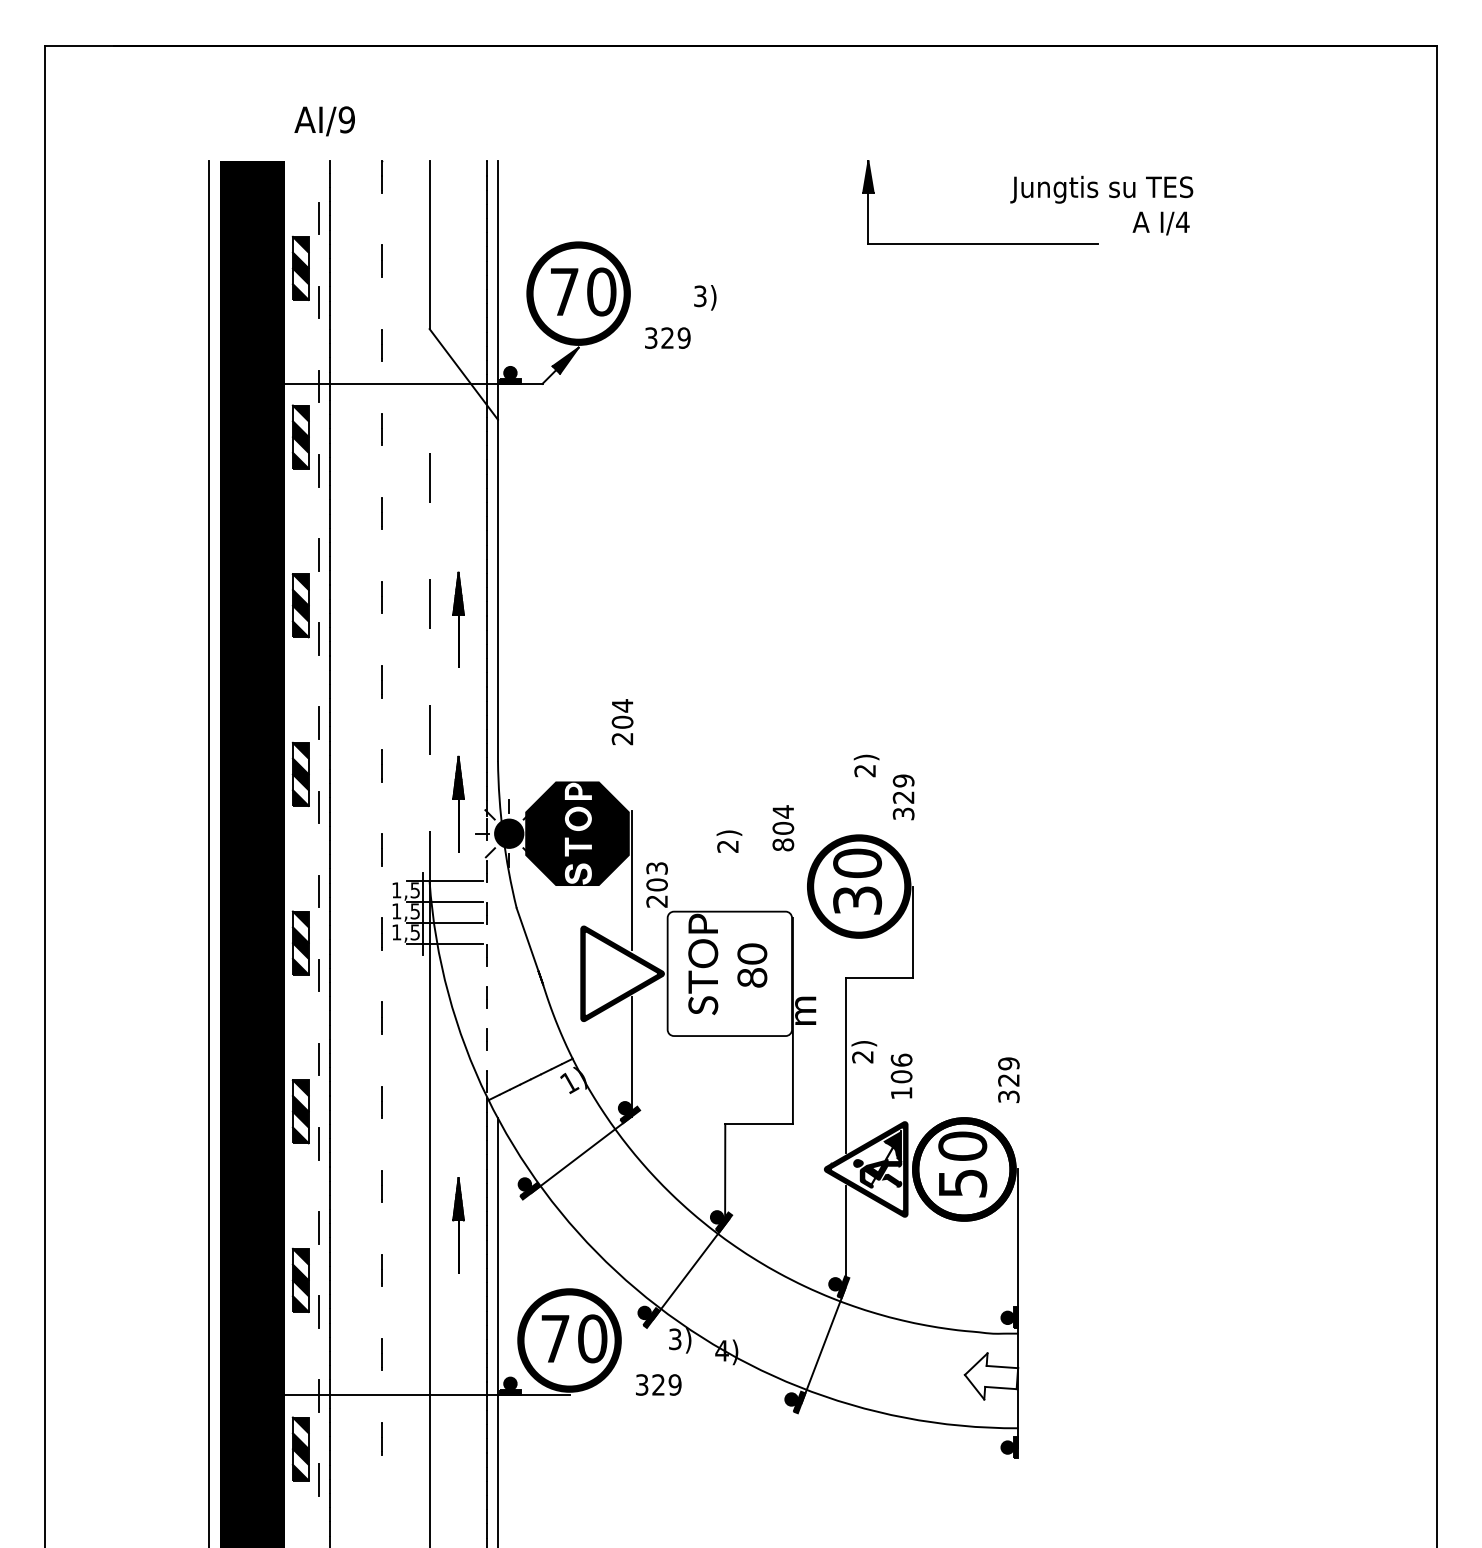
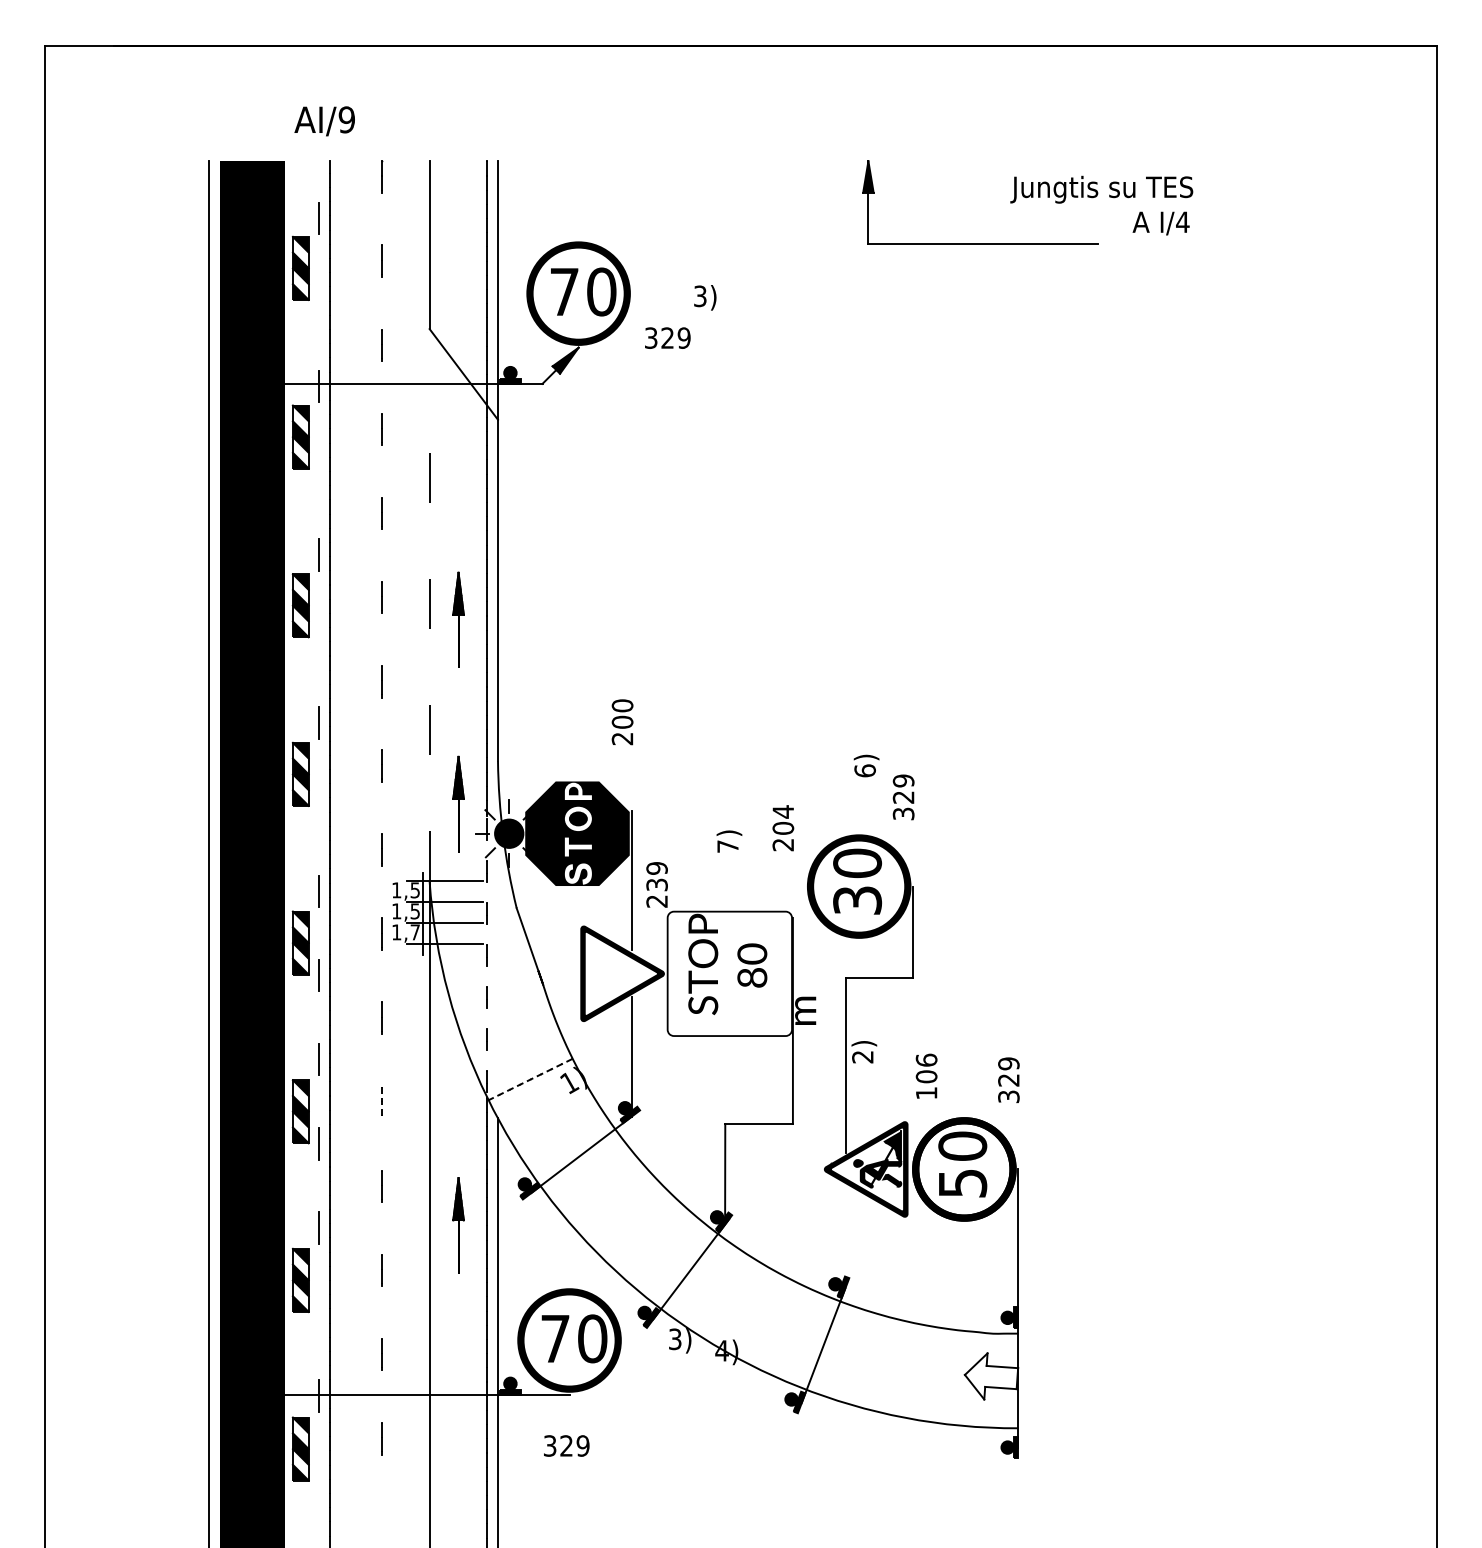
line at (319, 302): present -> none
line at (319, 470): present -> none
line at (319, 638): present -> none
text at (622, 705): 204 -> 200
text at (864, 770): 2) -> 6)
line at (318, 807): present -> none
text at (783, 844): 804 -> 204
text at (727, 846): 2) -> 7)
text at (656, 876): 203 -> 239
text at (414, 932): 1,5 -> 1,7
text at (901, 1075) position: (901, 1075) -> (926, 1075)
line at (530, 1079): solid -> dashed
line at (382, 1102): solid -> dashed
line at (845, 1231): present -> none
line at (319, 1311): present -> none
text at (658, 1384) position: (658, 1384) -> (566, 1445)
line at (319, 1479): present -> none
